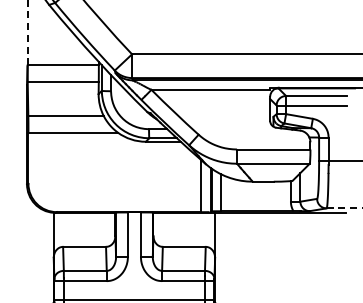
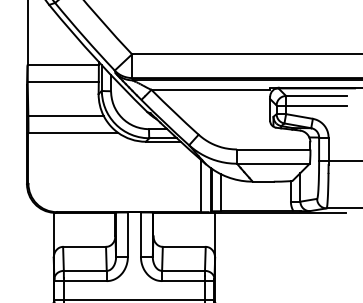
line at (27, 32): dashed -> solid
line at (344, 208): dashed -> solid
